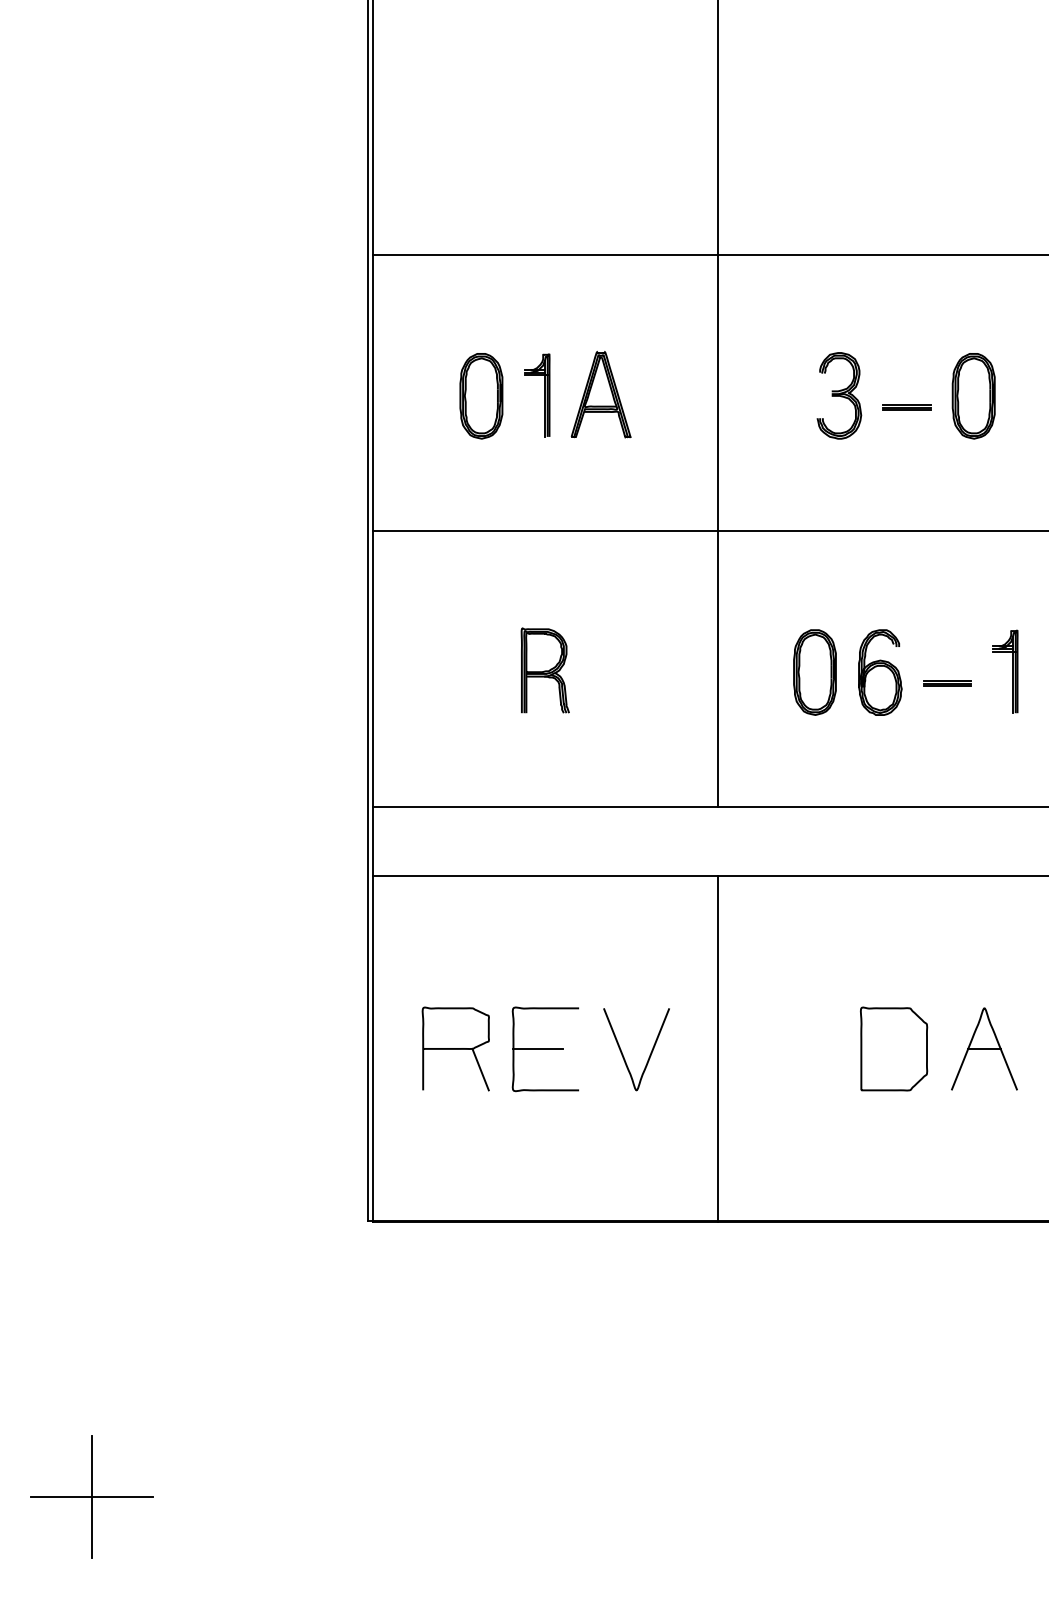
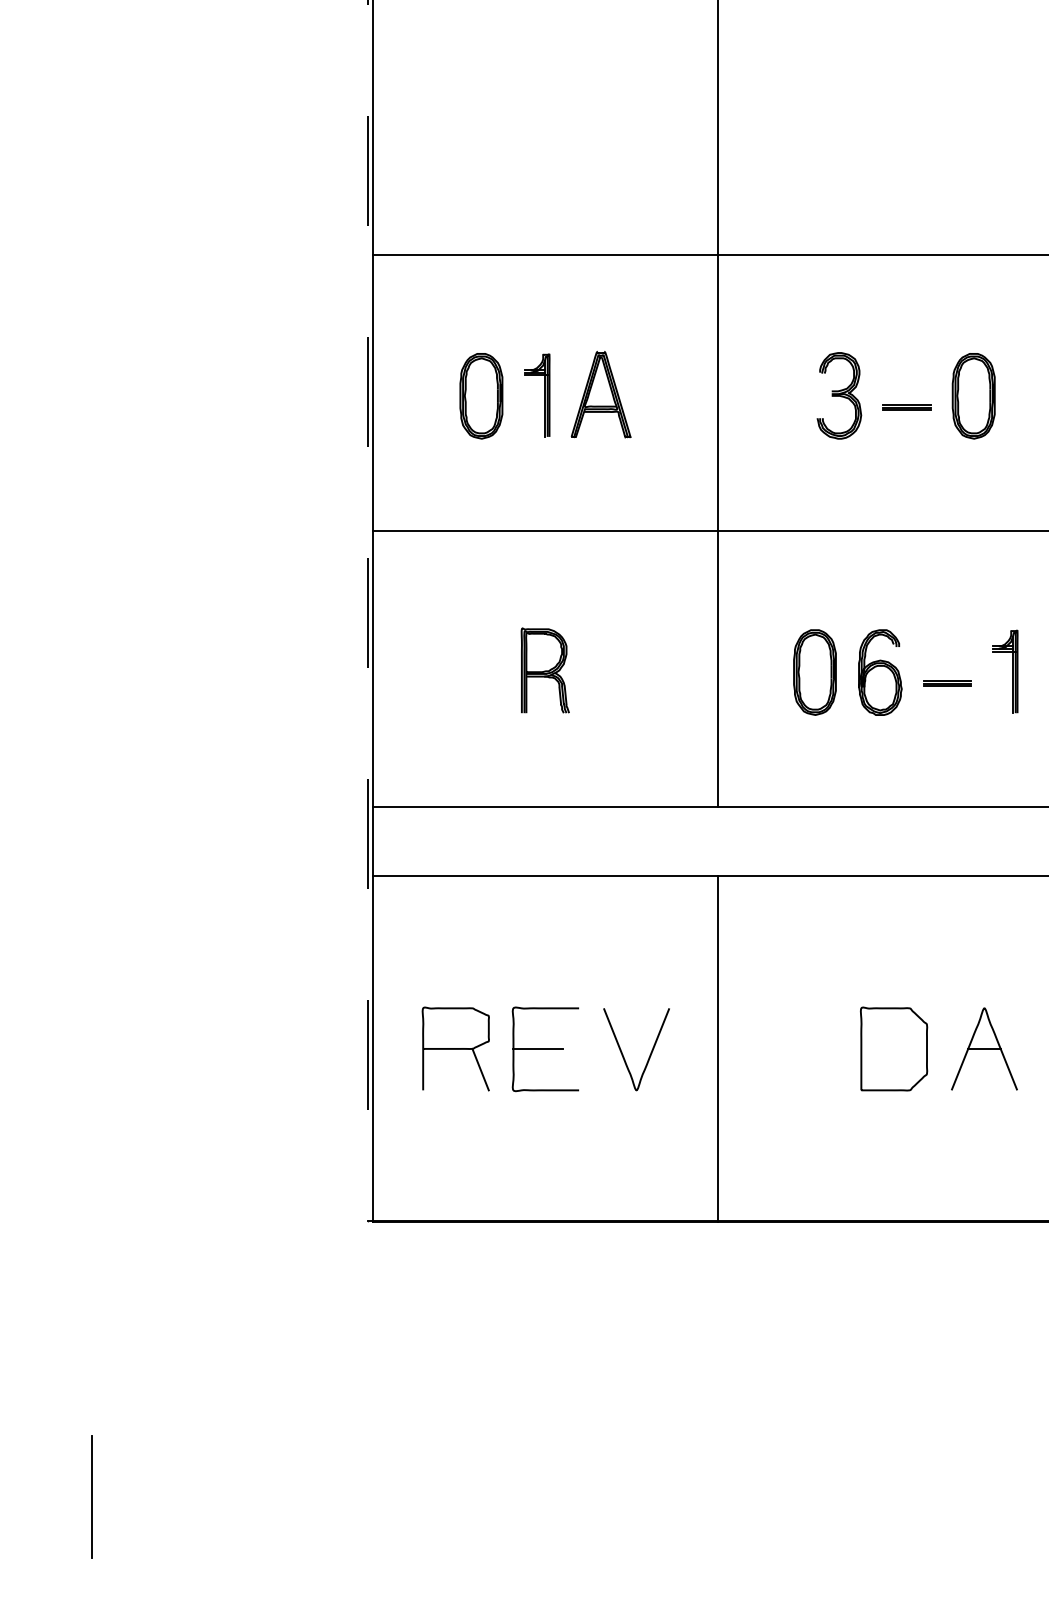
line at (368, 610): solid -> dashed
line at (91, 1497): present -> none
